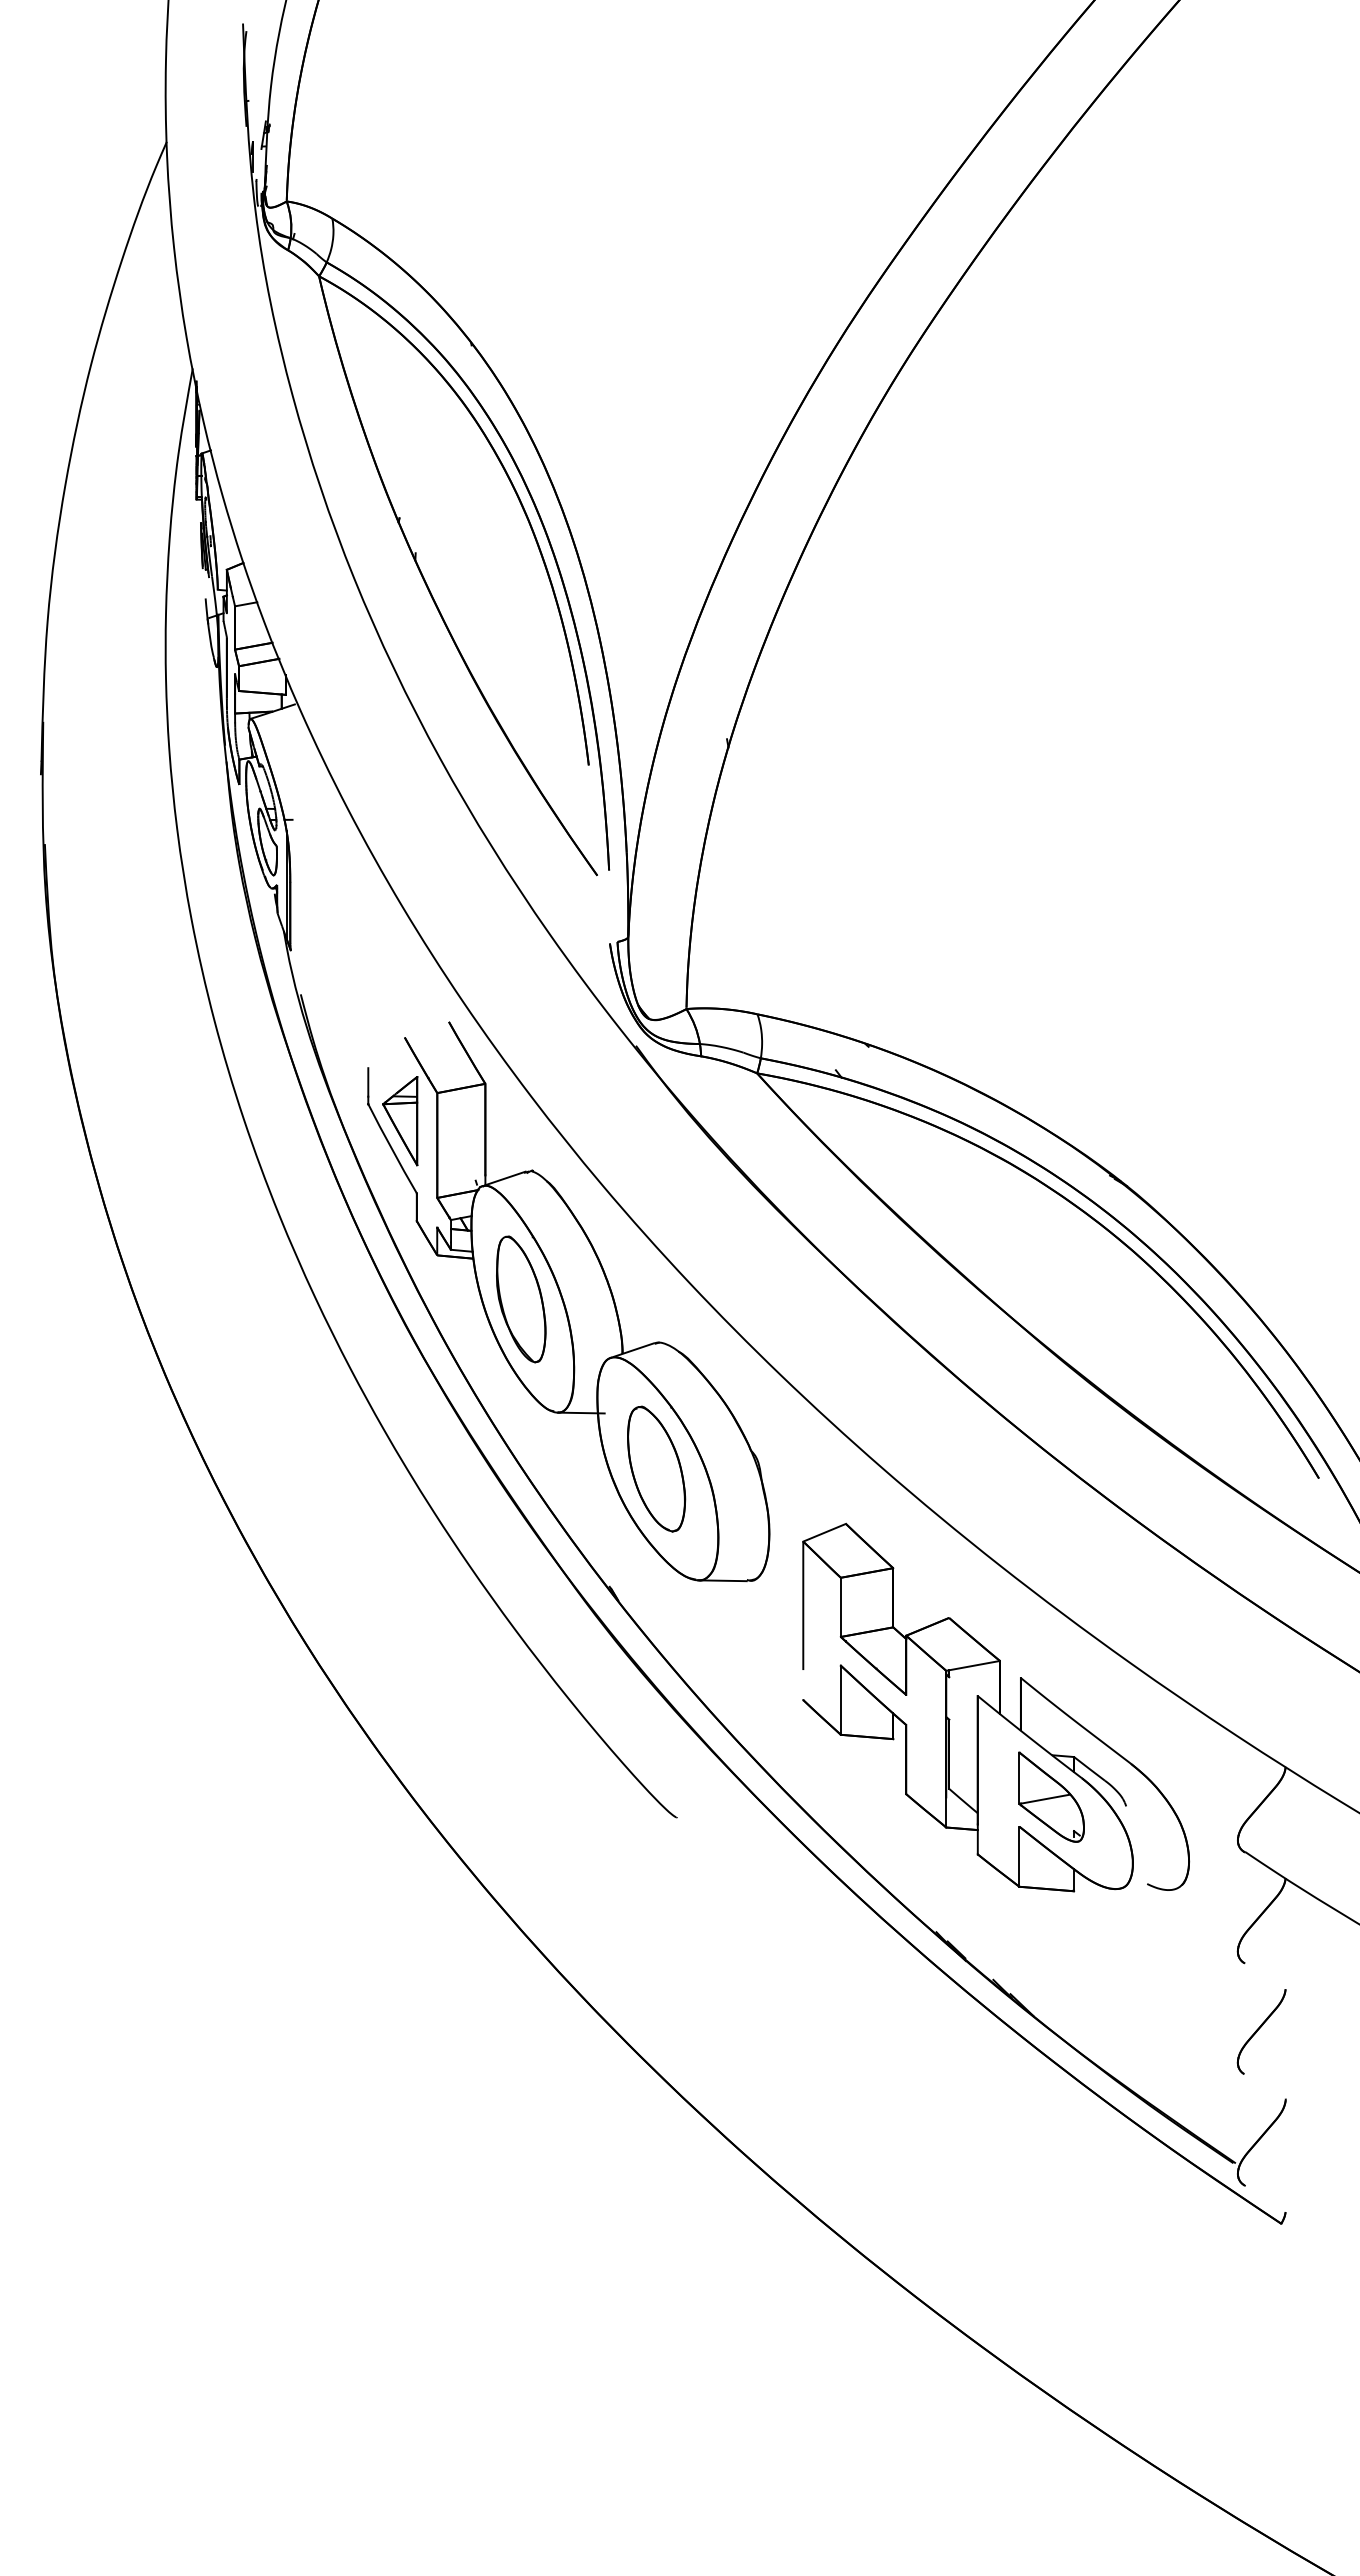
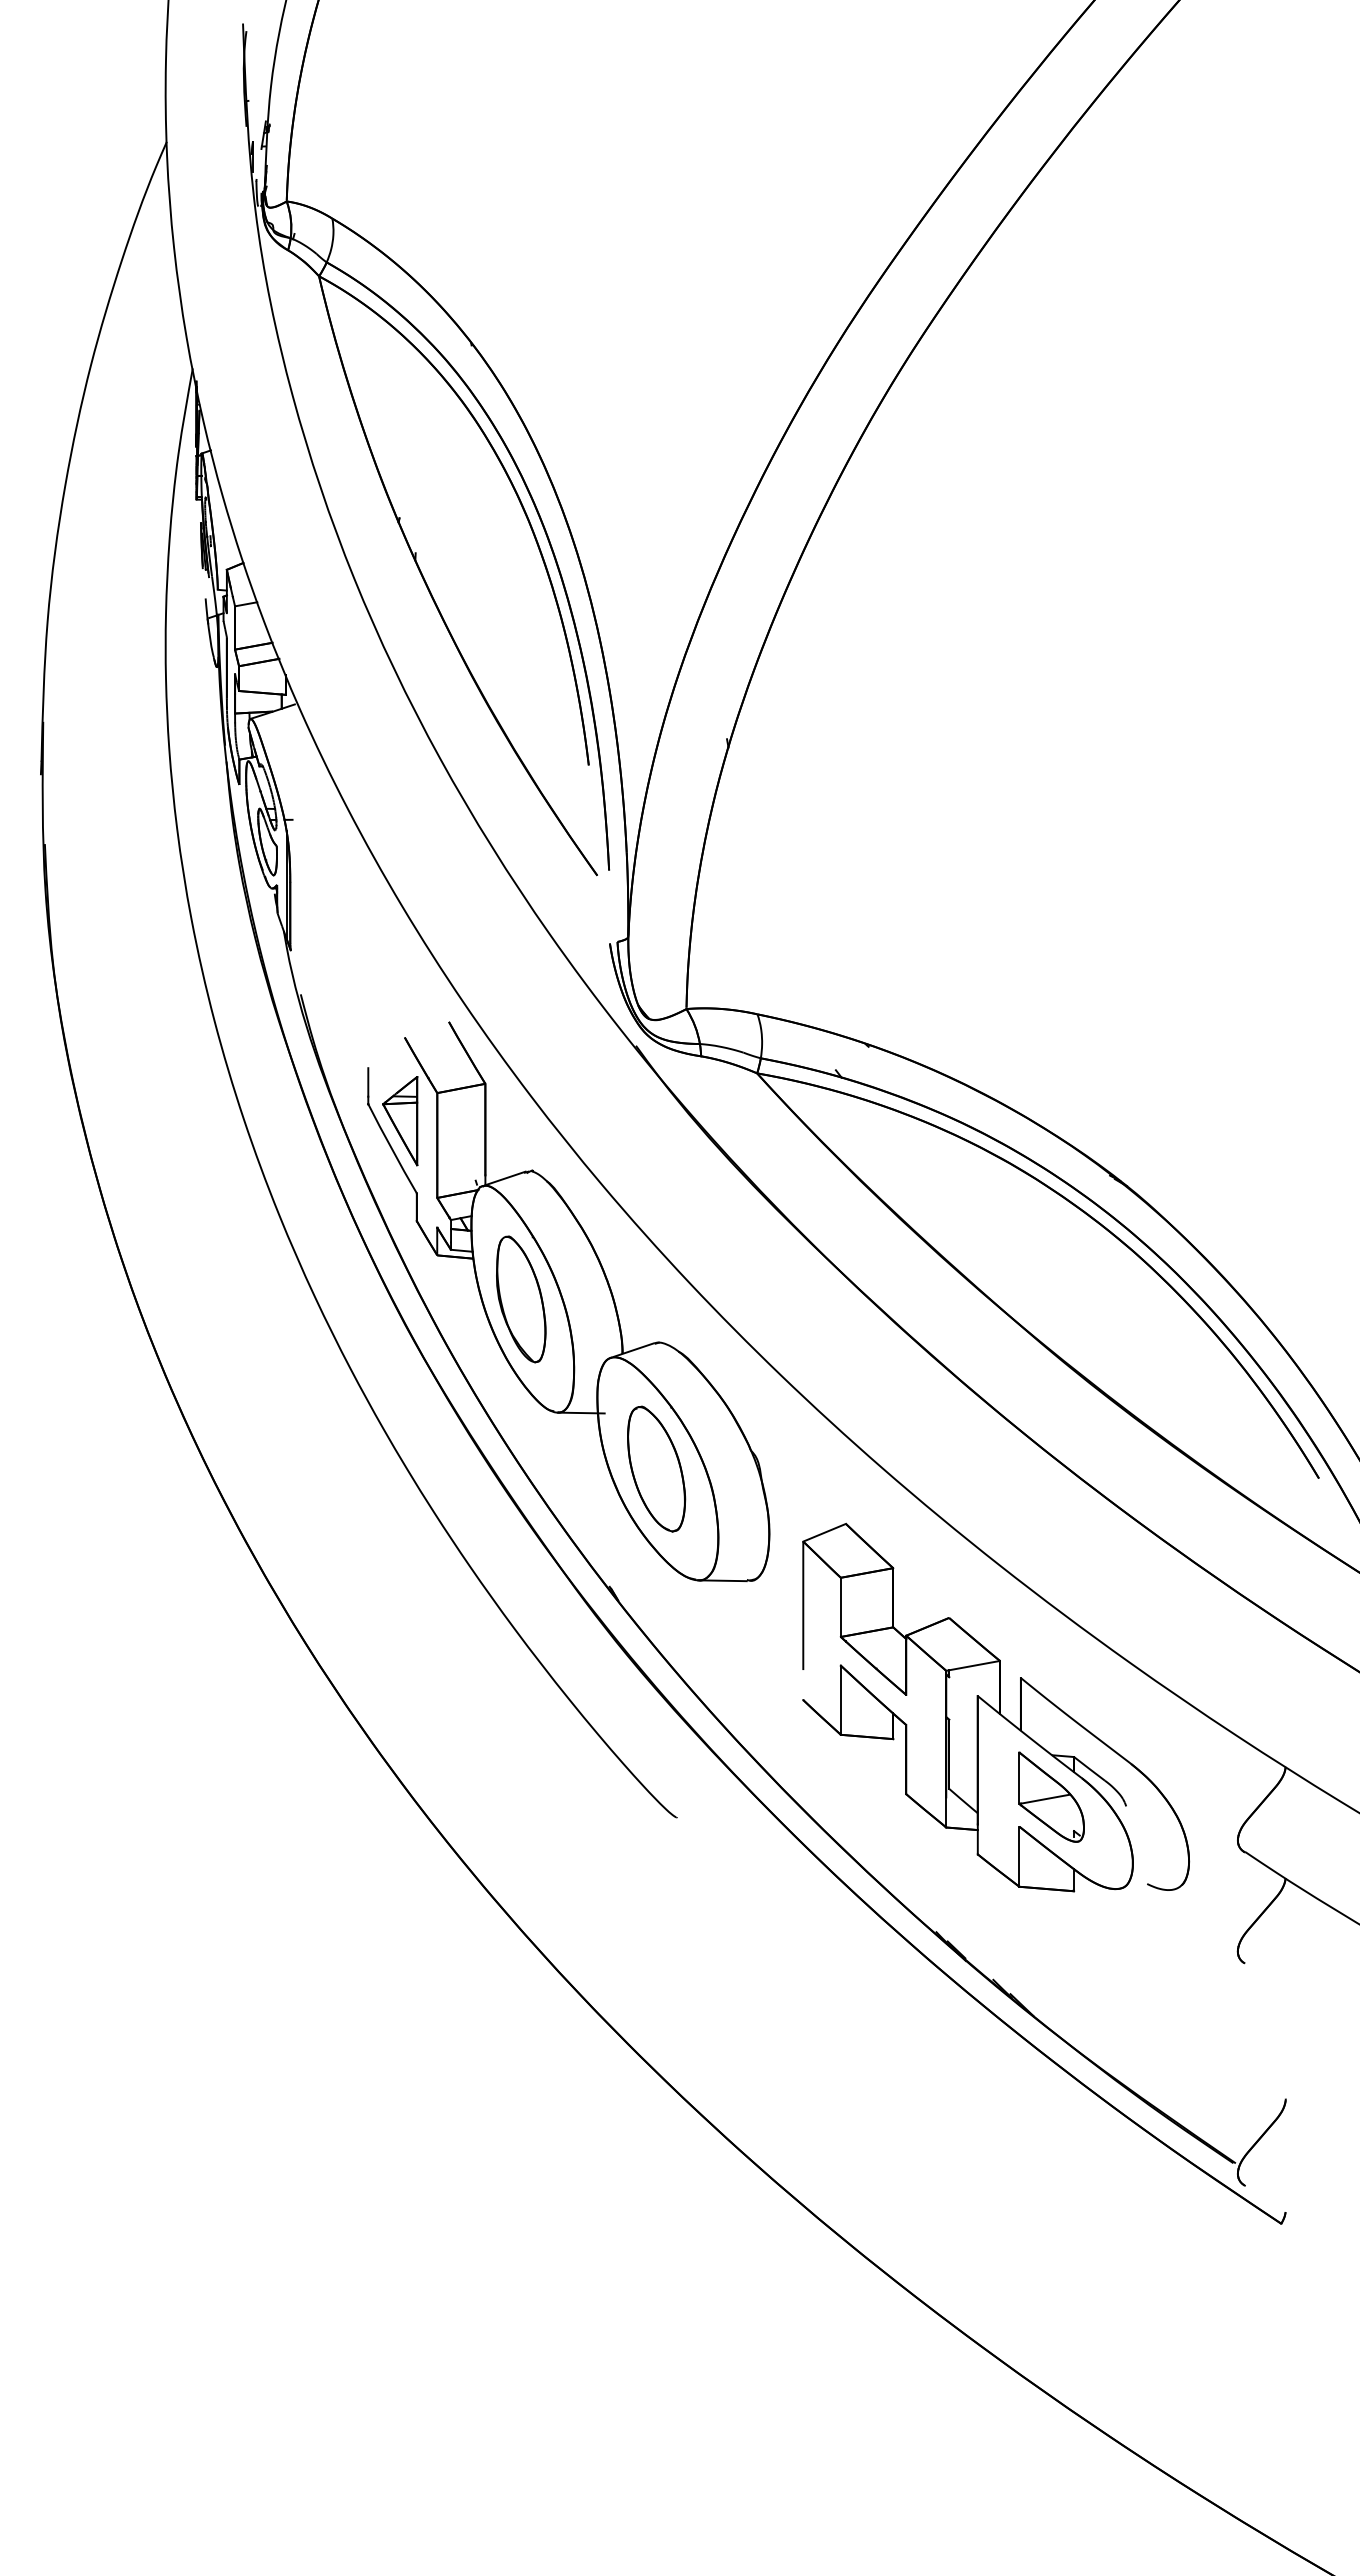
part at (1261, 2031): present -> none
